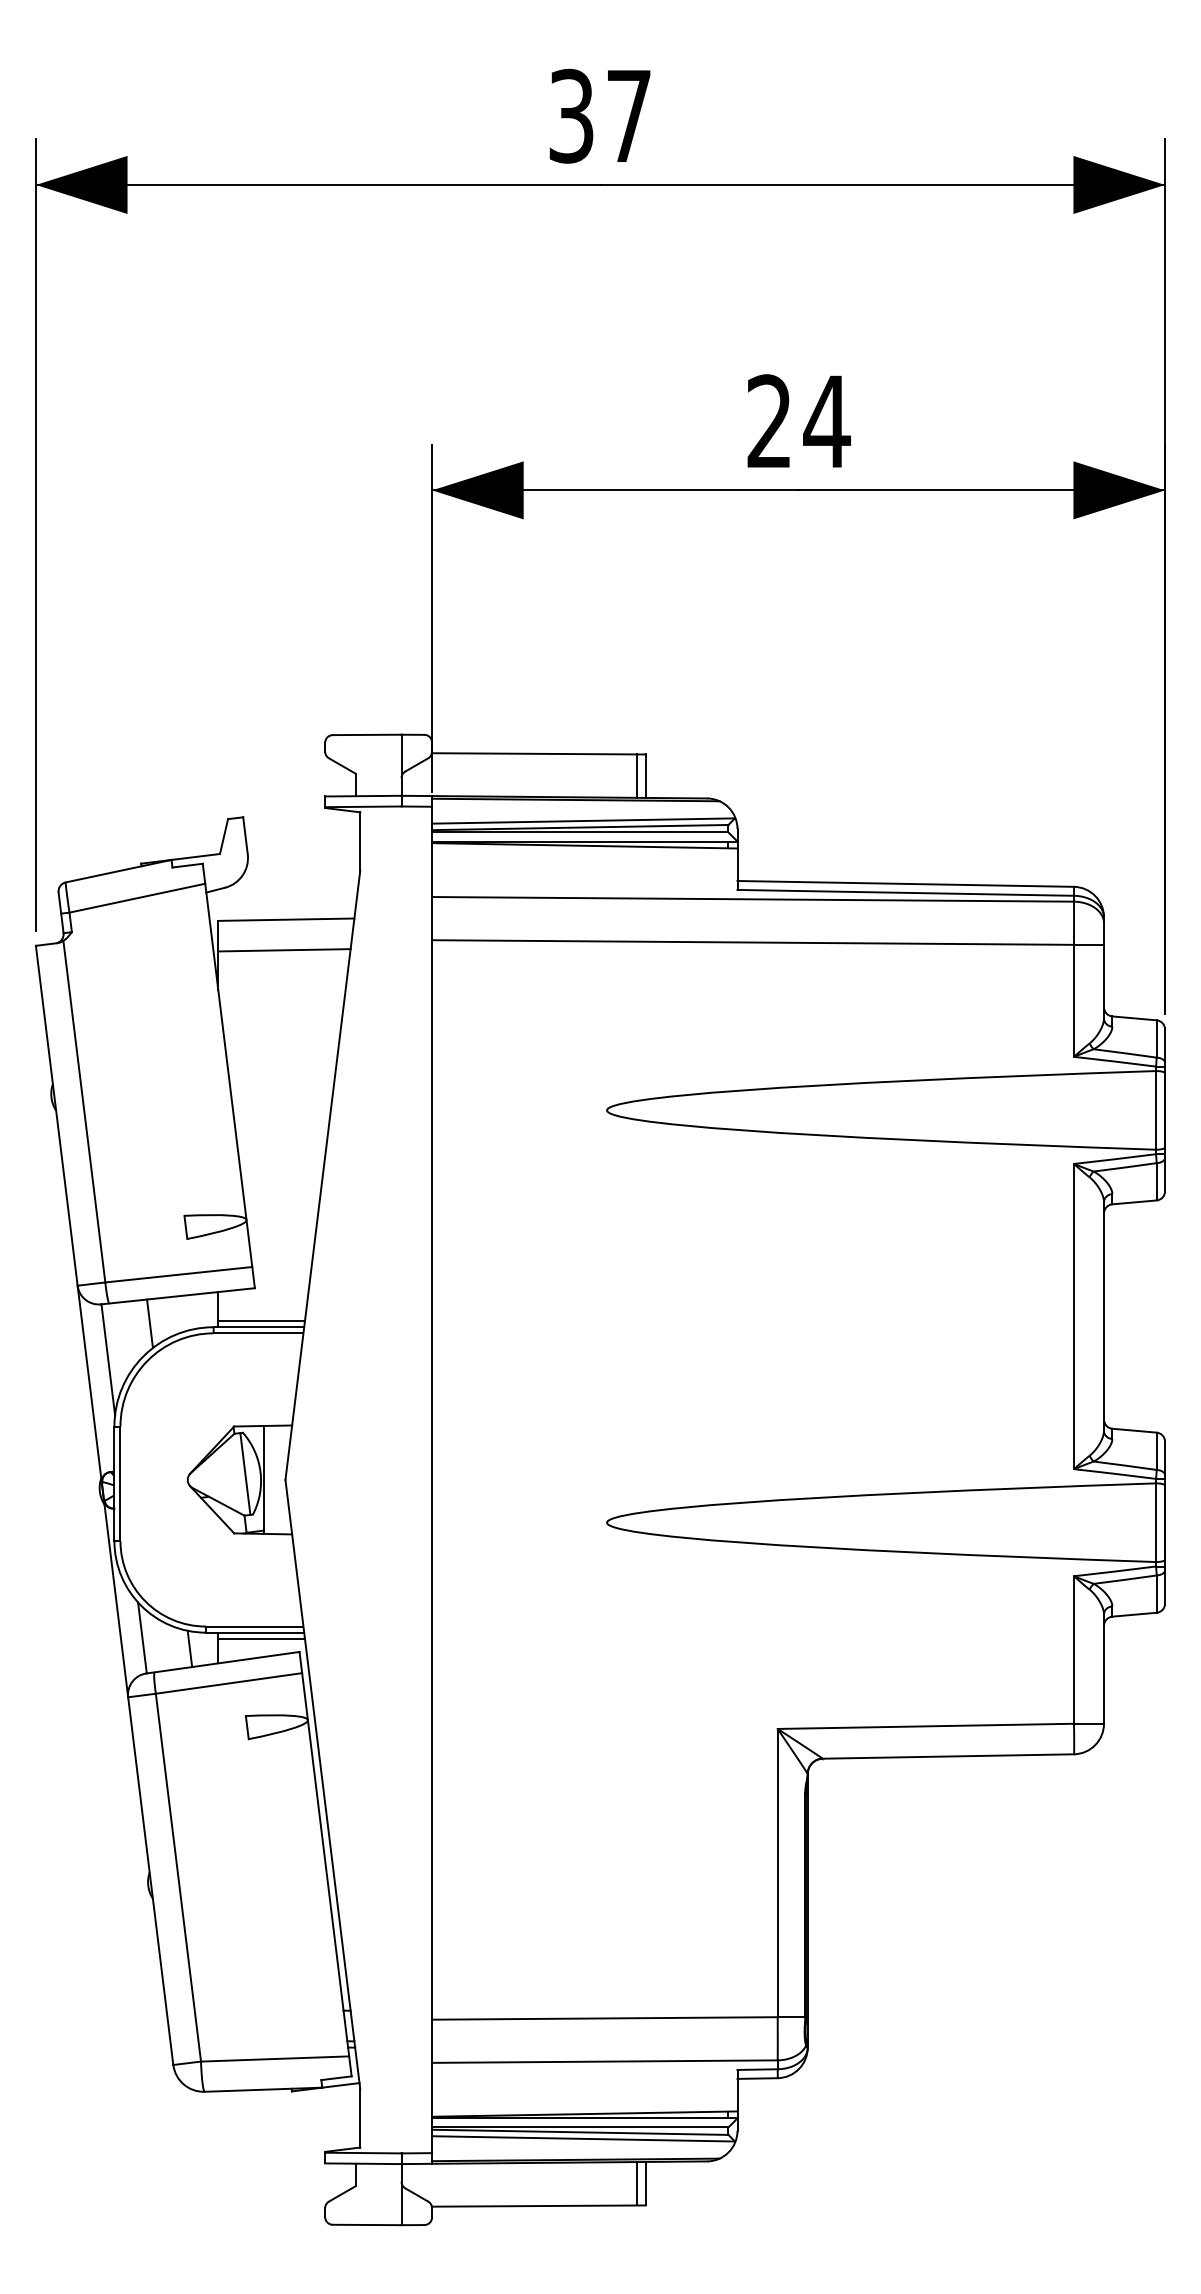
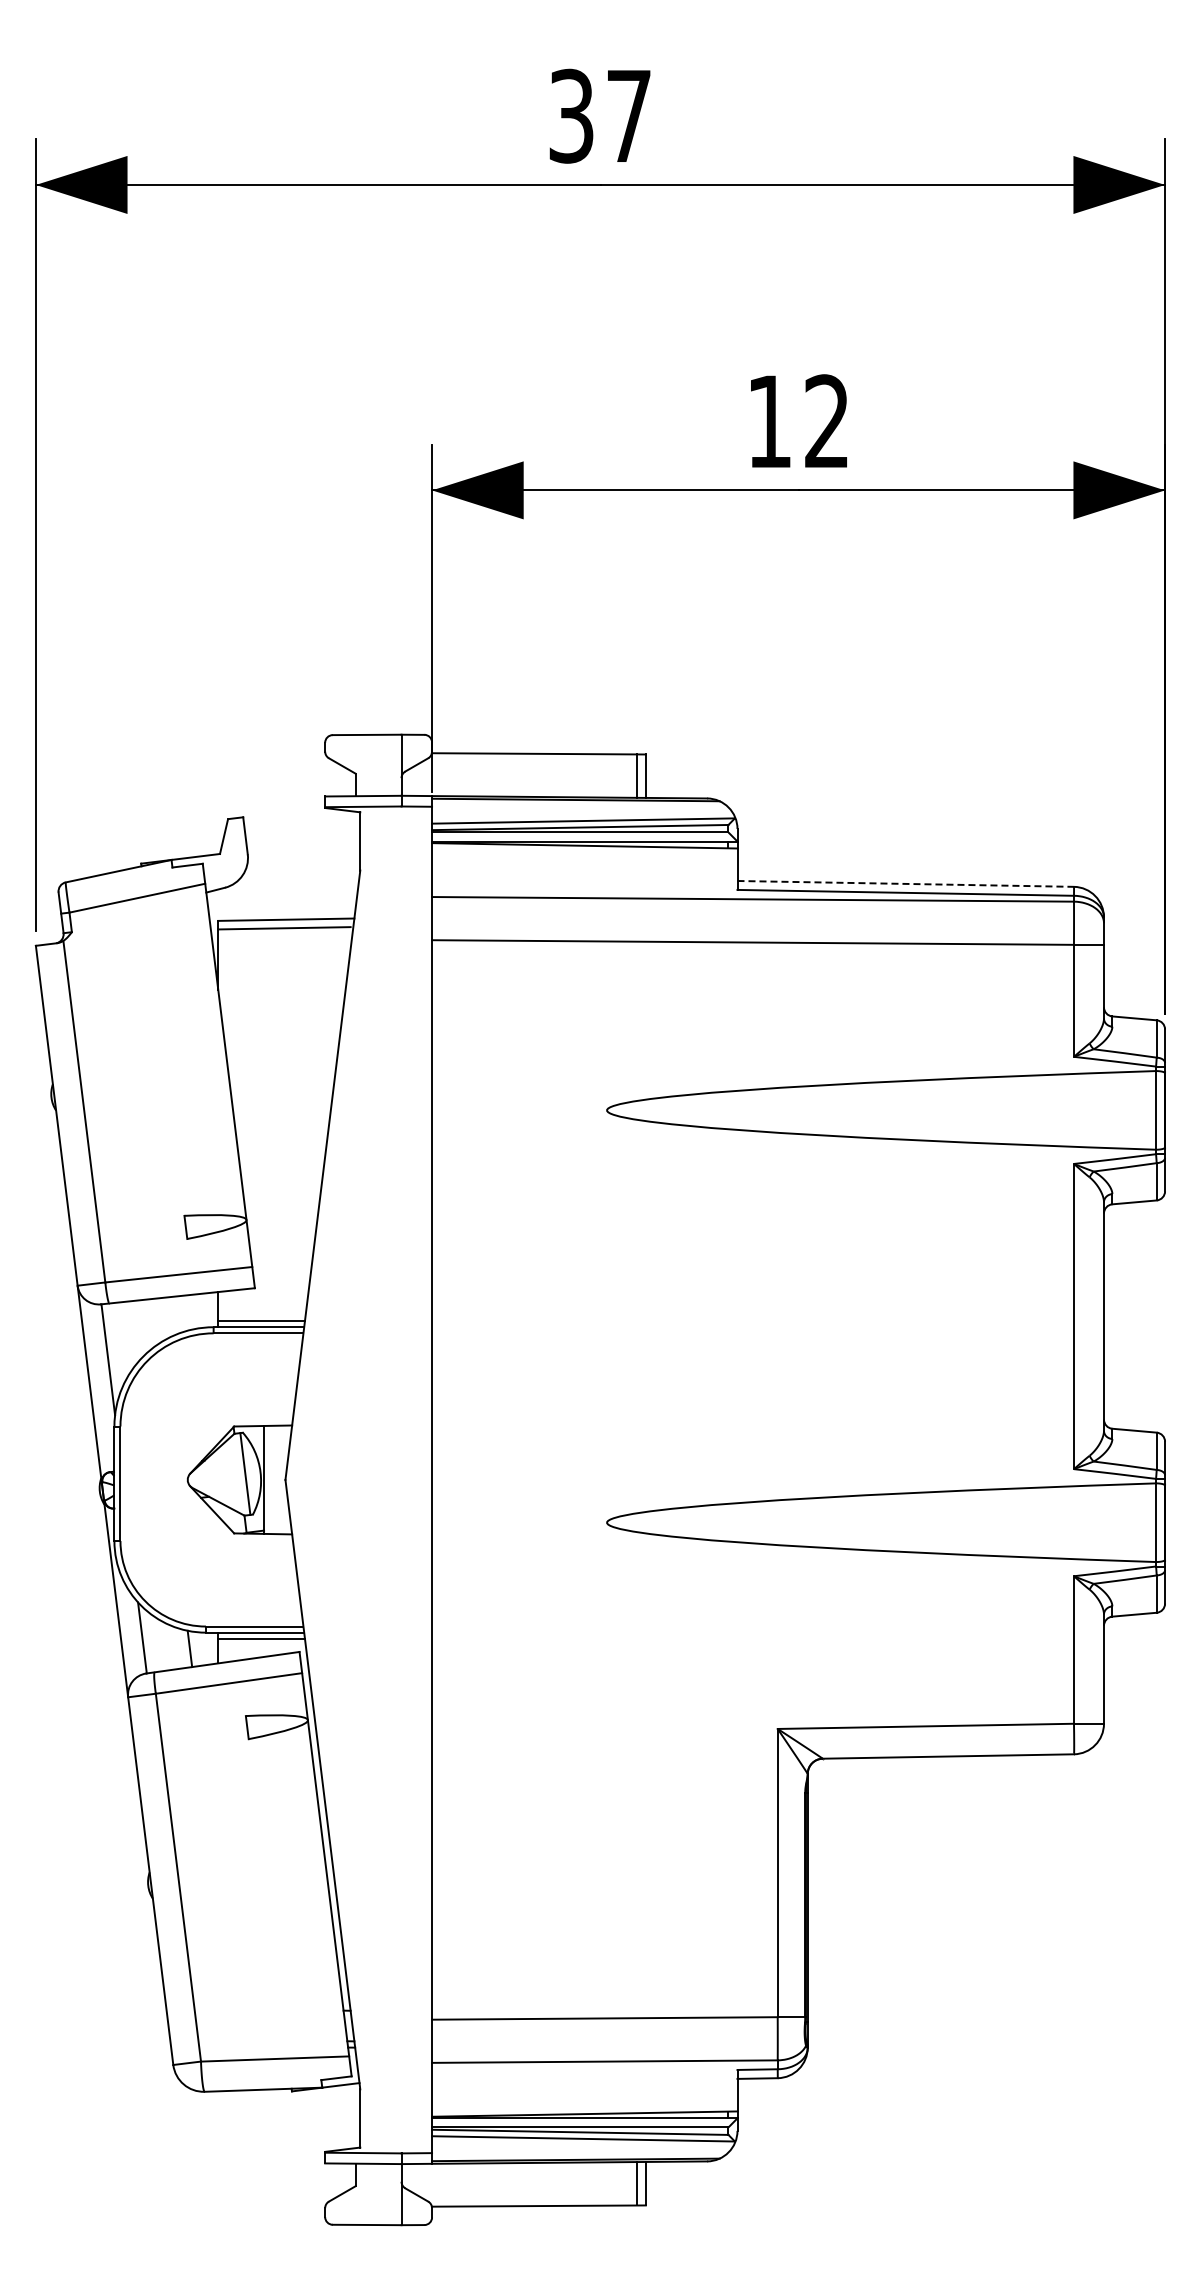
text at (798, 420): 24 -> 12
line at (906, 883): solid -> dashed
line at (284, 950) position: (284, 950) -> (284, 928)
line at (149, 1323): present -> none
